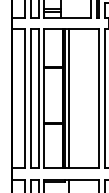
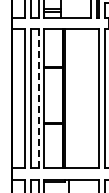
line at (38, 98): solid -> dashed
line at (68, 98): present -> none
